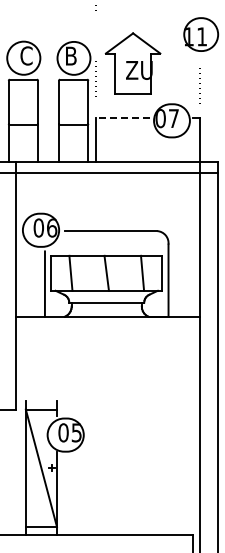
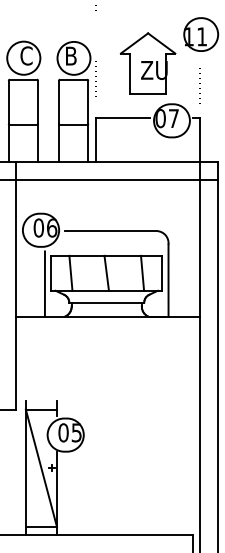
part at (132, 63) position: (132, 63) -> (147, 63)
line at (122, 118): dashed -> solid
line at (110, 173) position: (110, 173) -> (110, 180)
